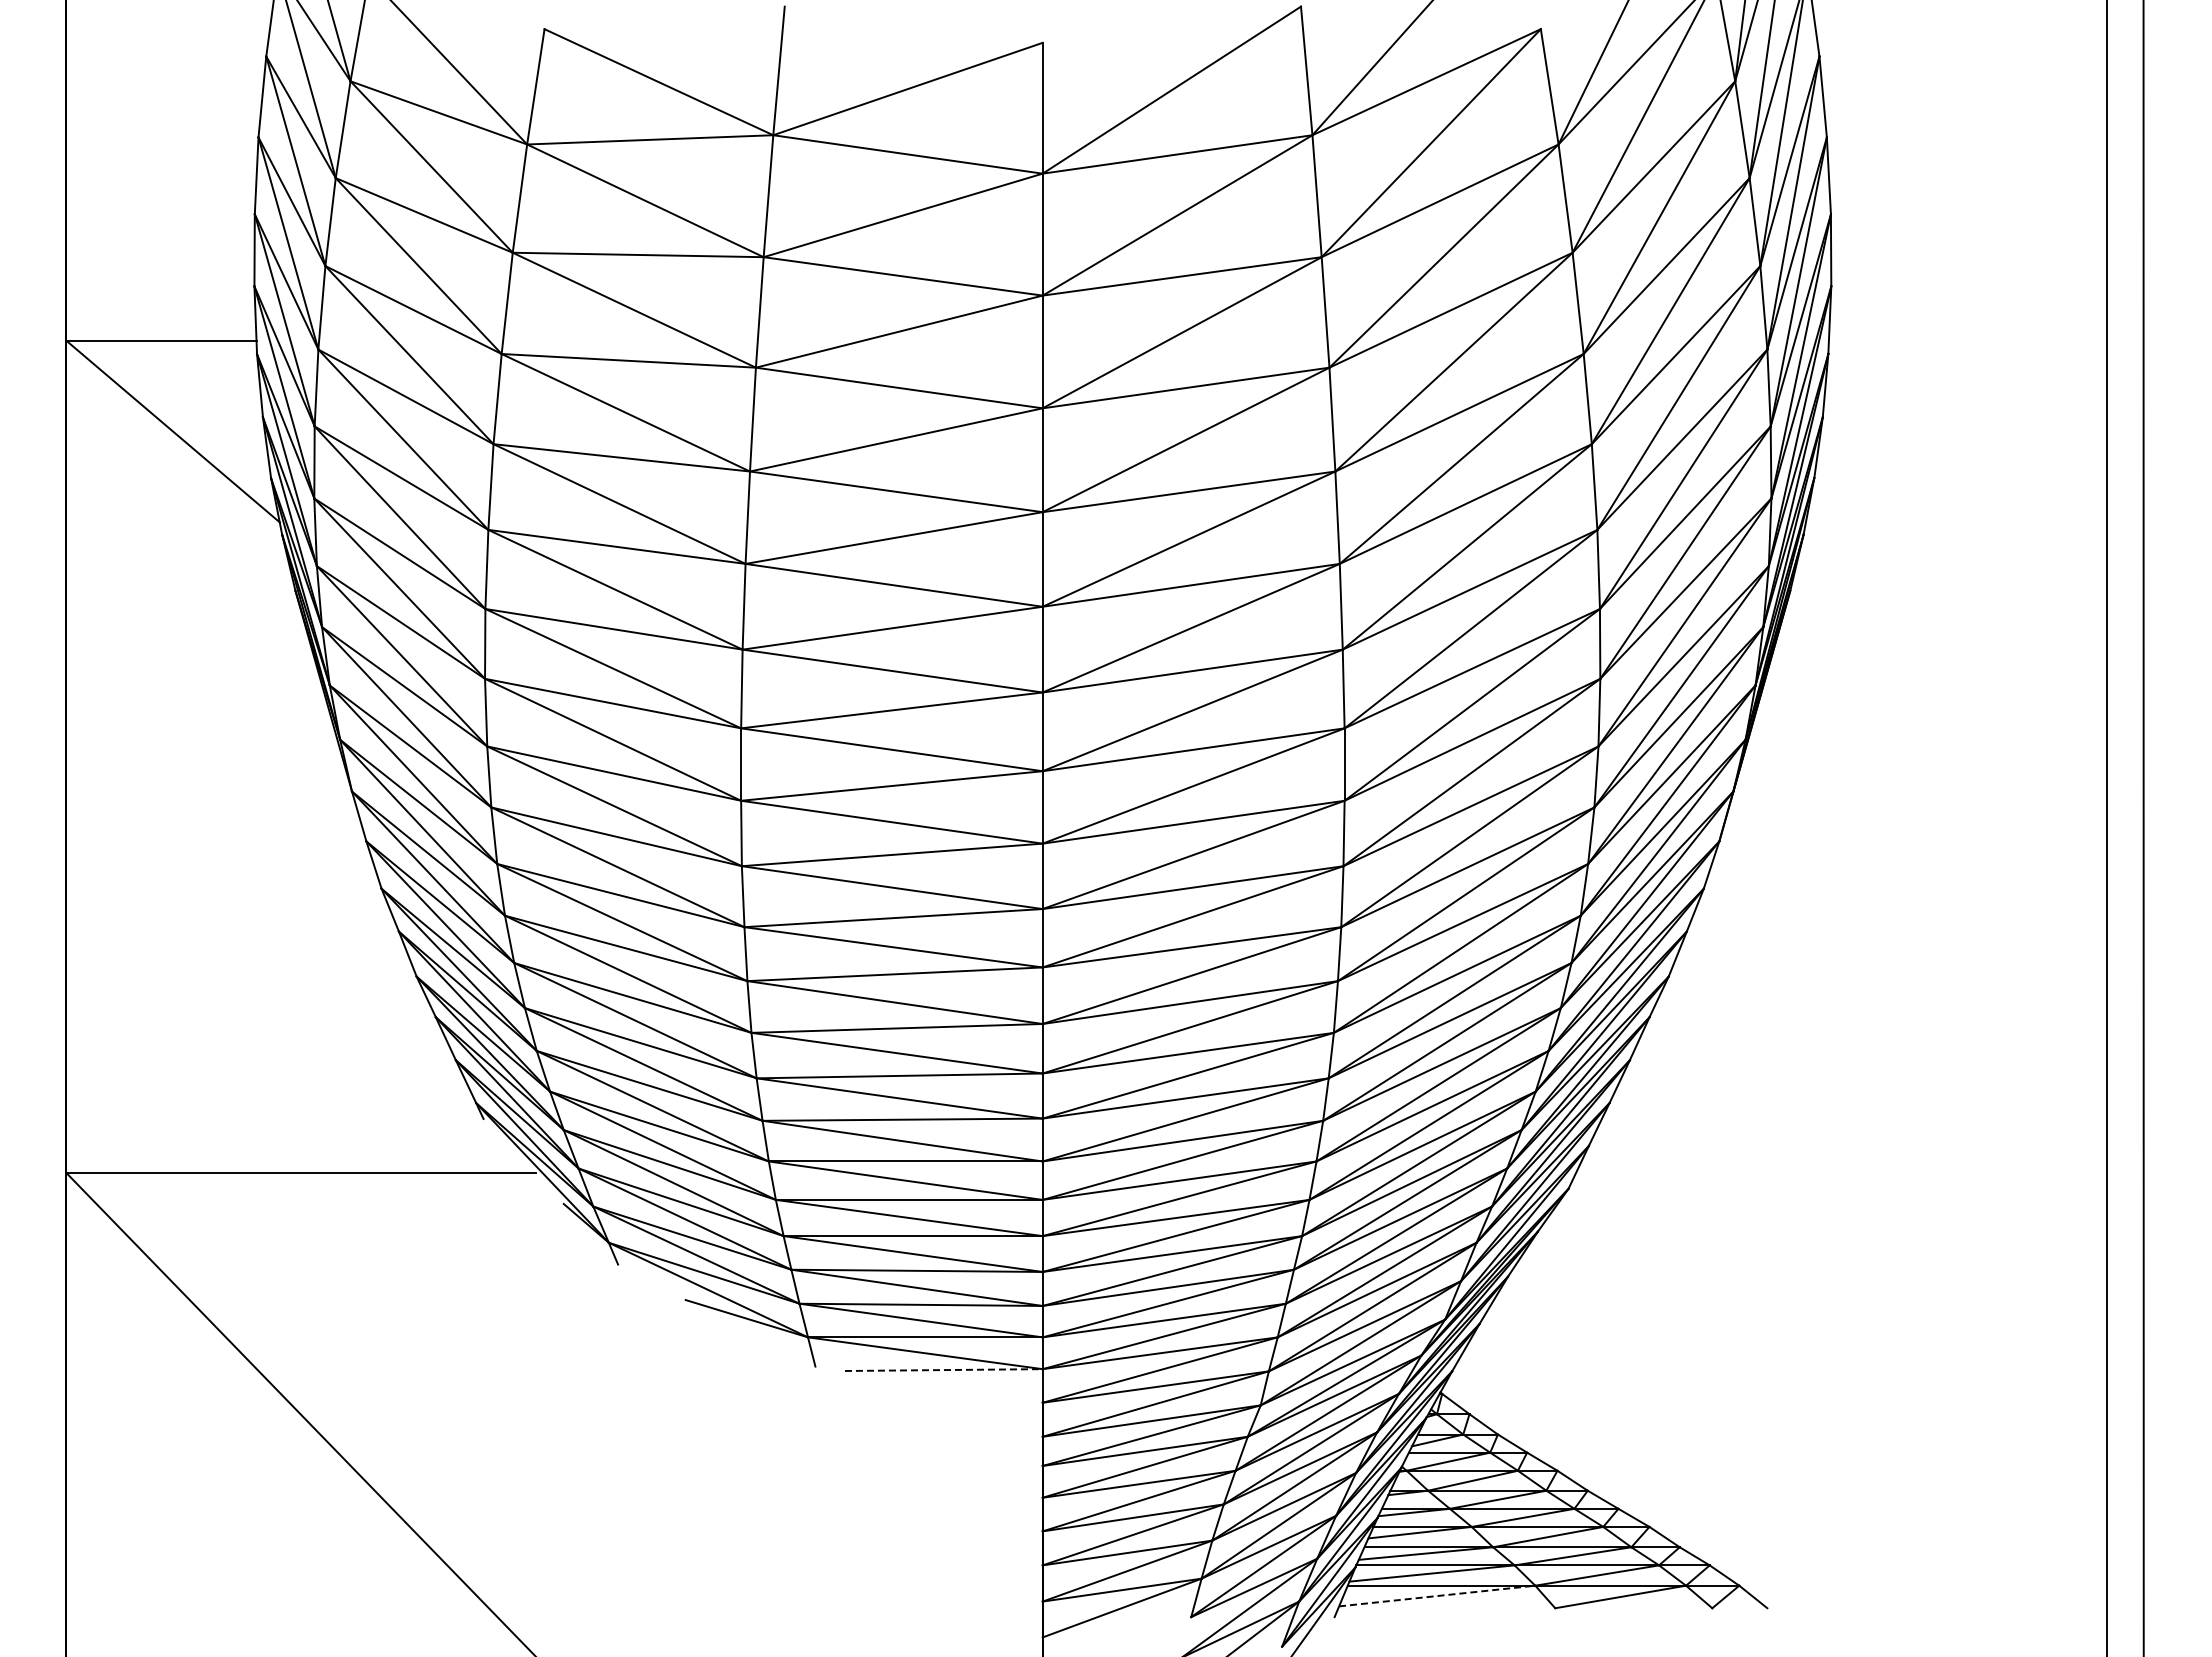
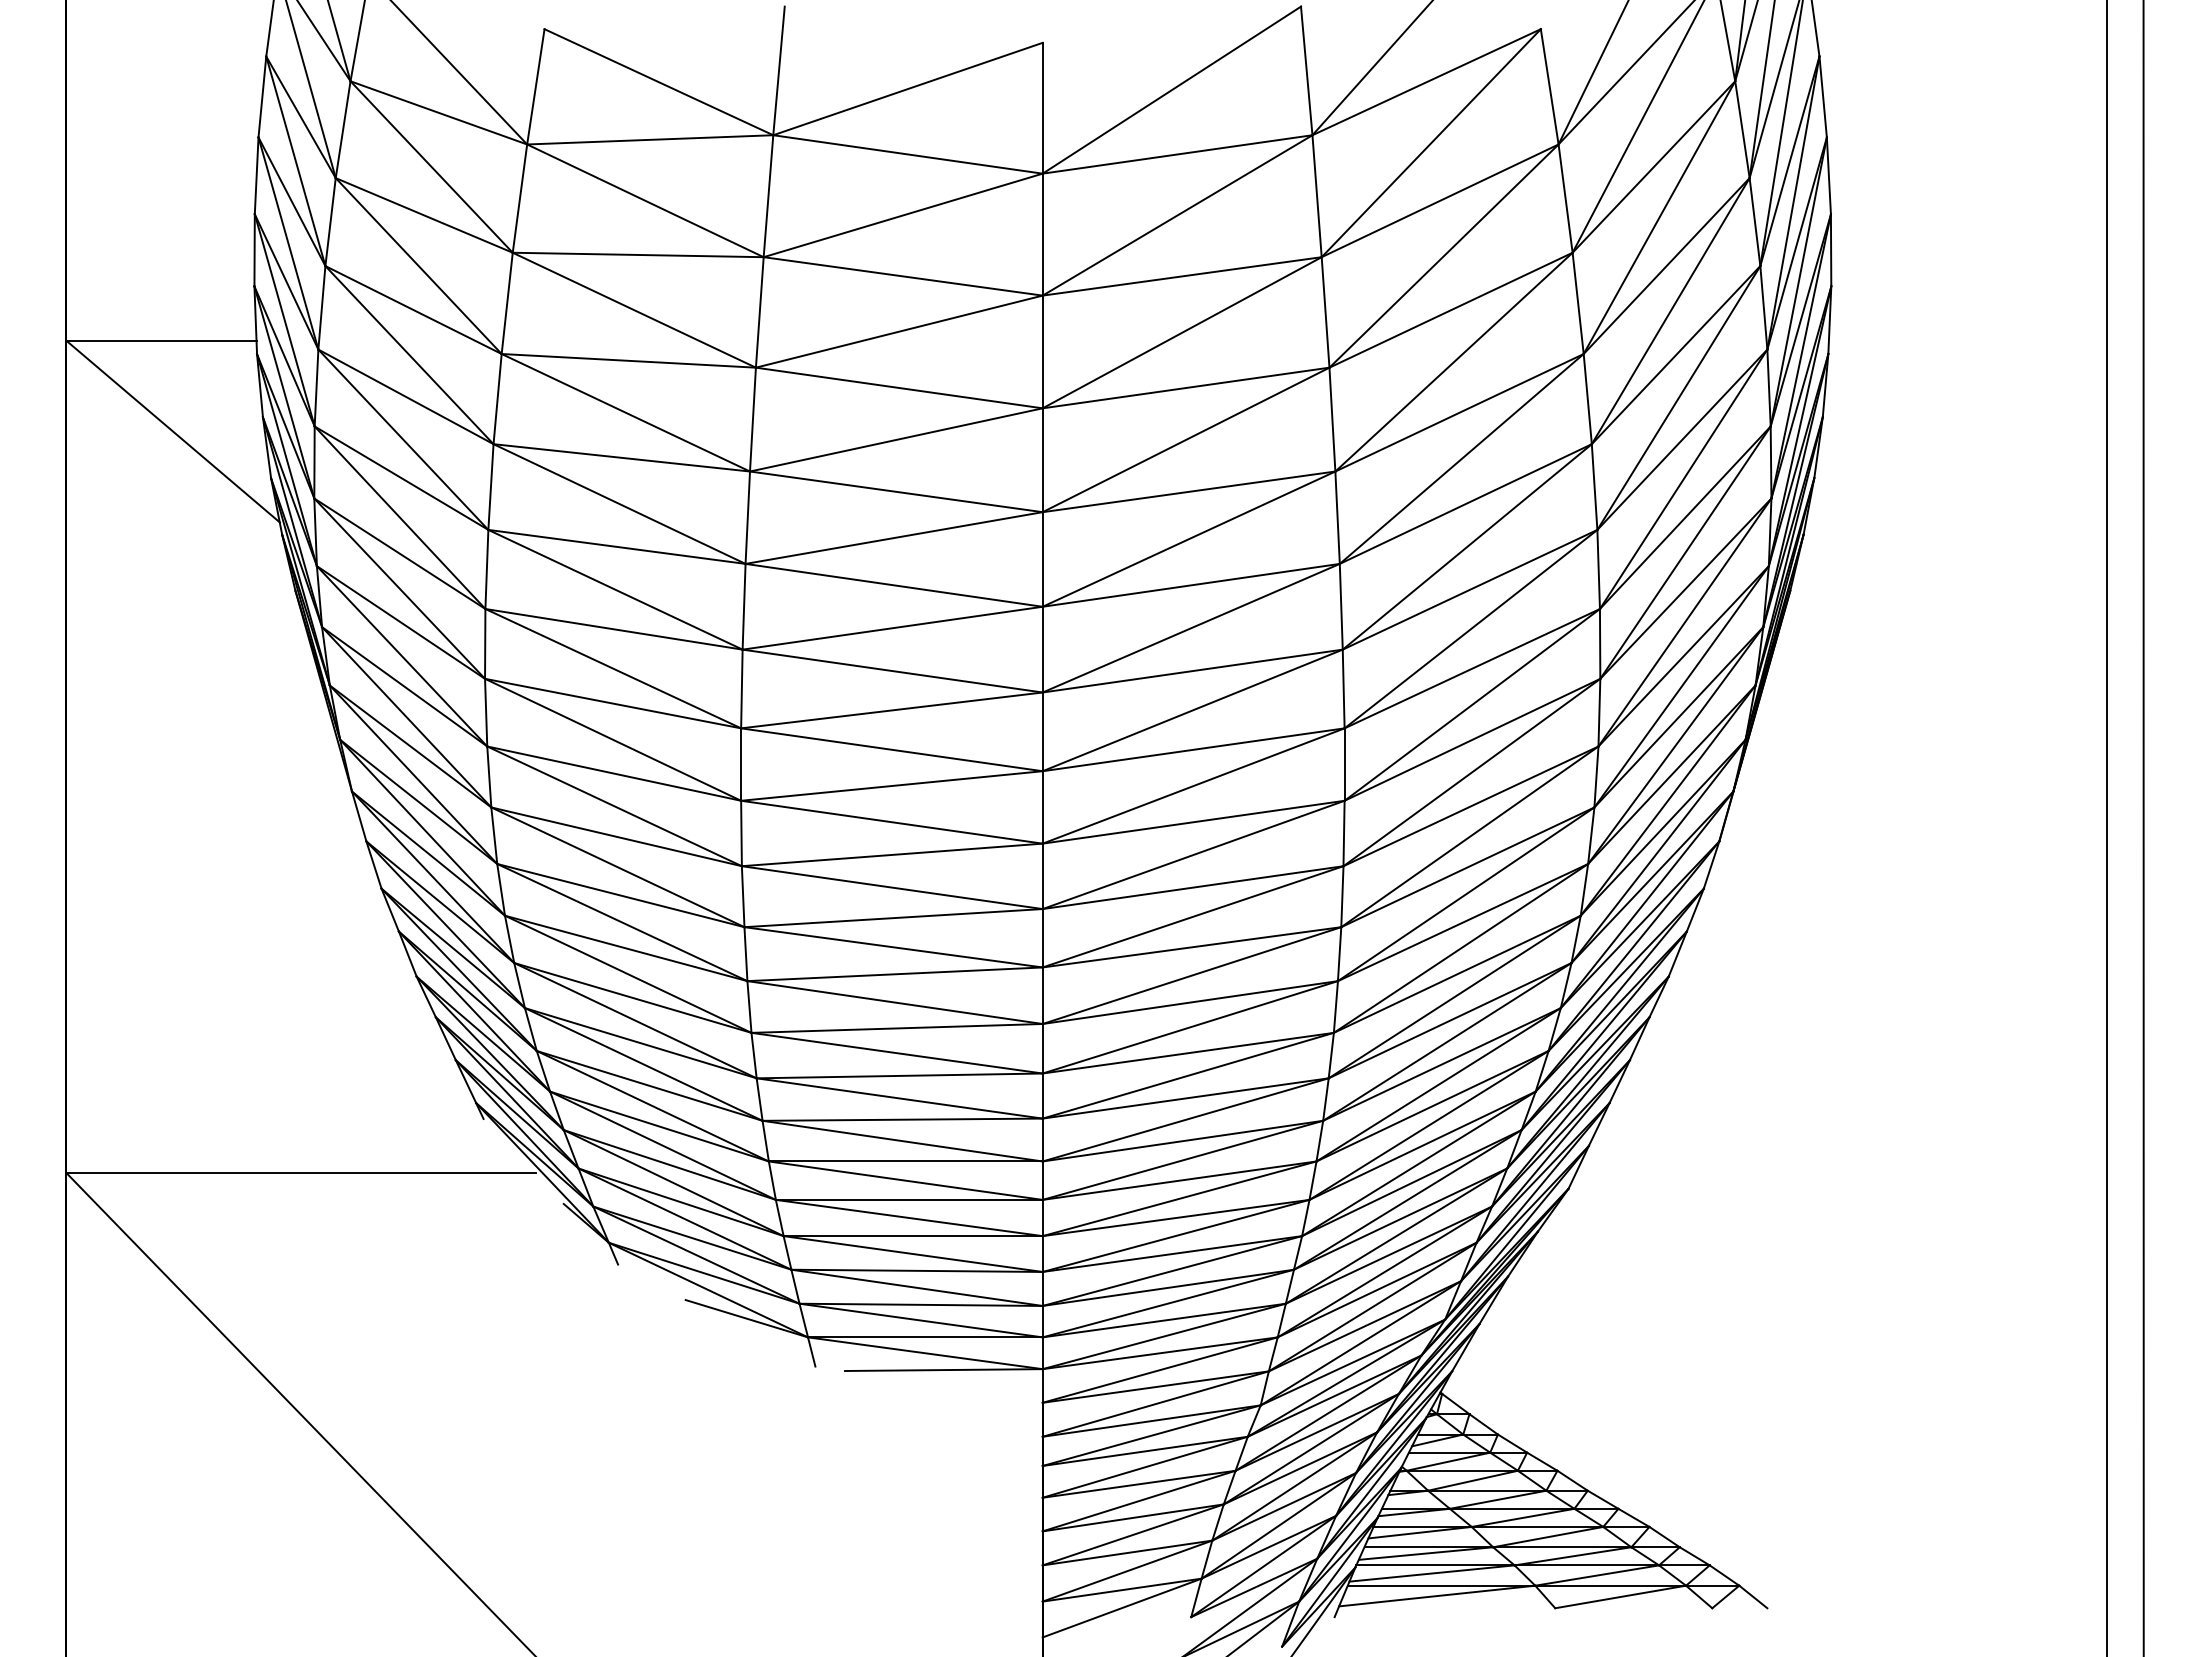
line at (943, 1370): dashed -> solid
line at (1437, 1596): dashed -> solid
